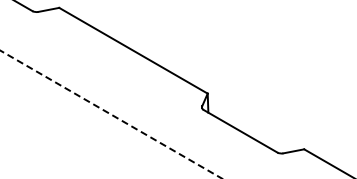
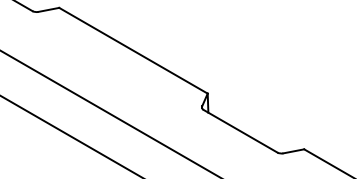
line at (111, 114): dashed -> solid
line at (70, 135): none -> present
